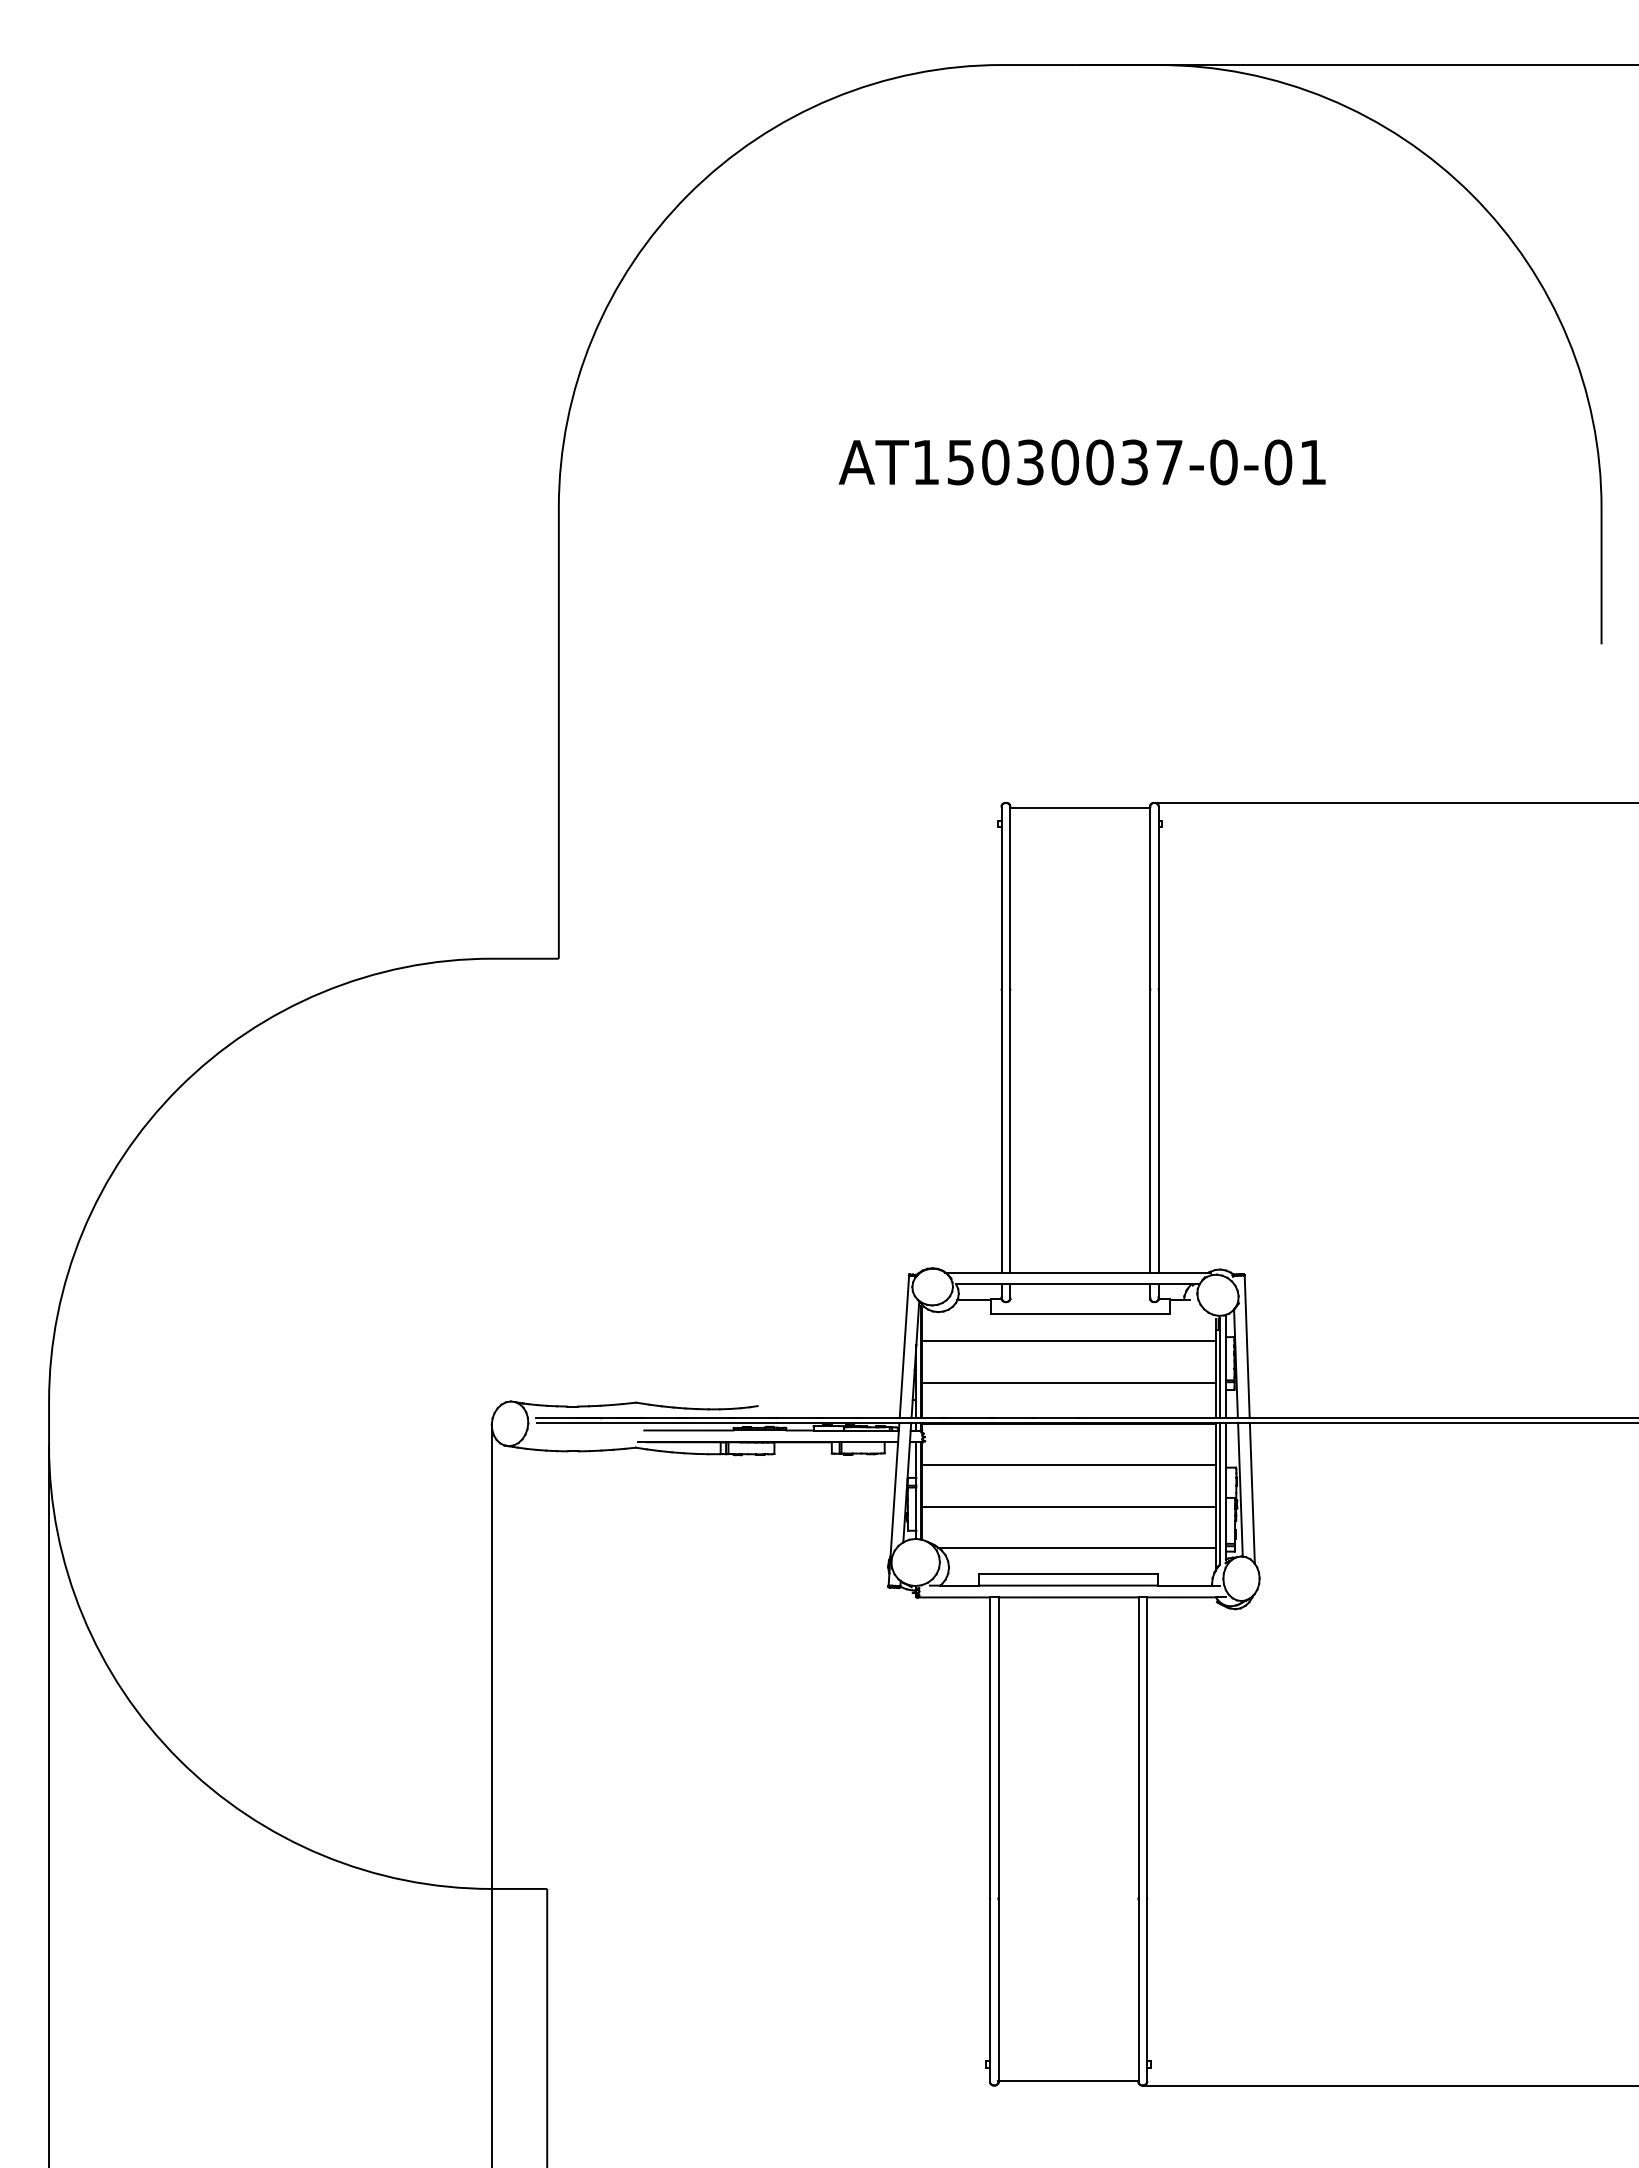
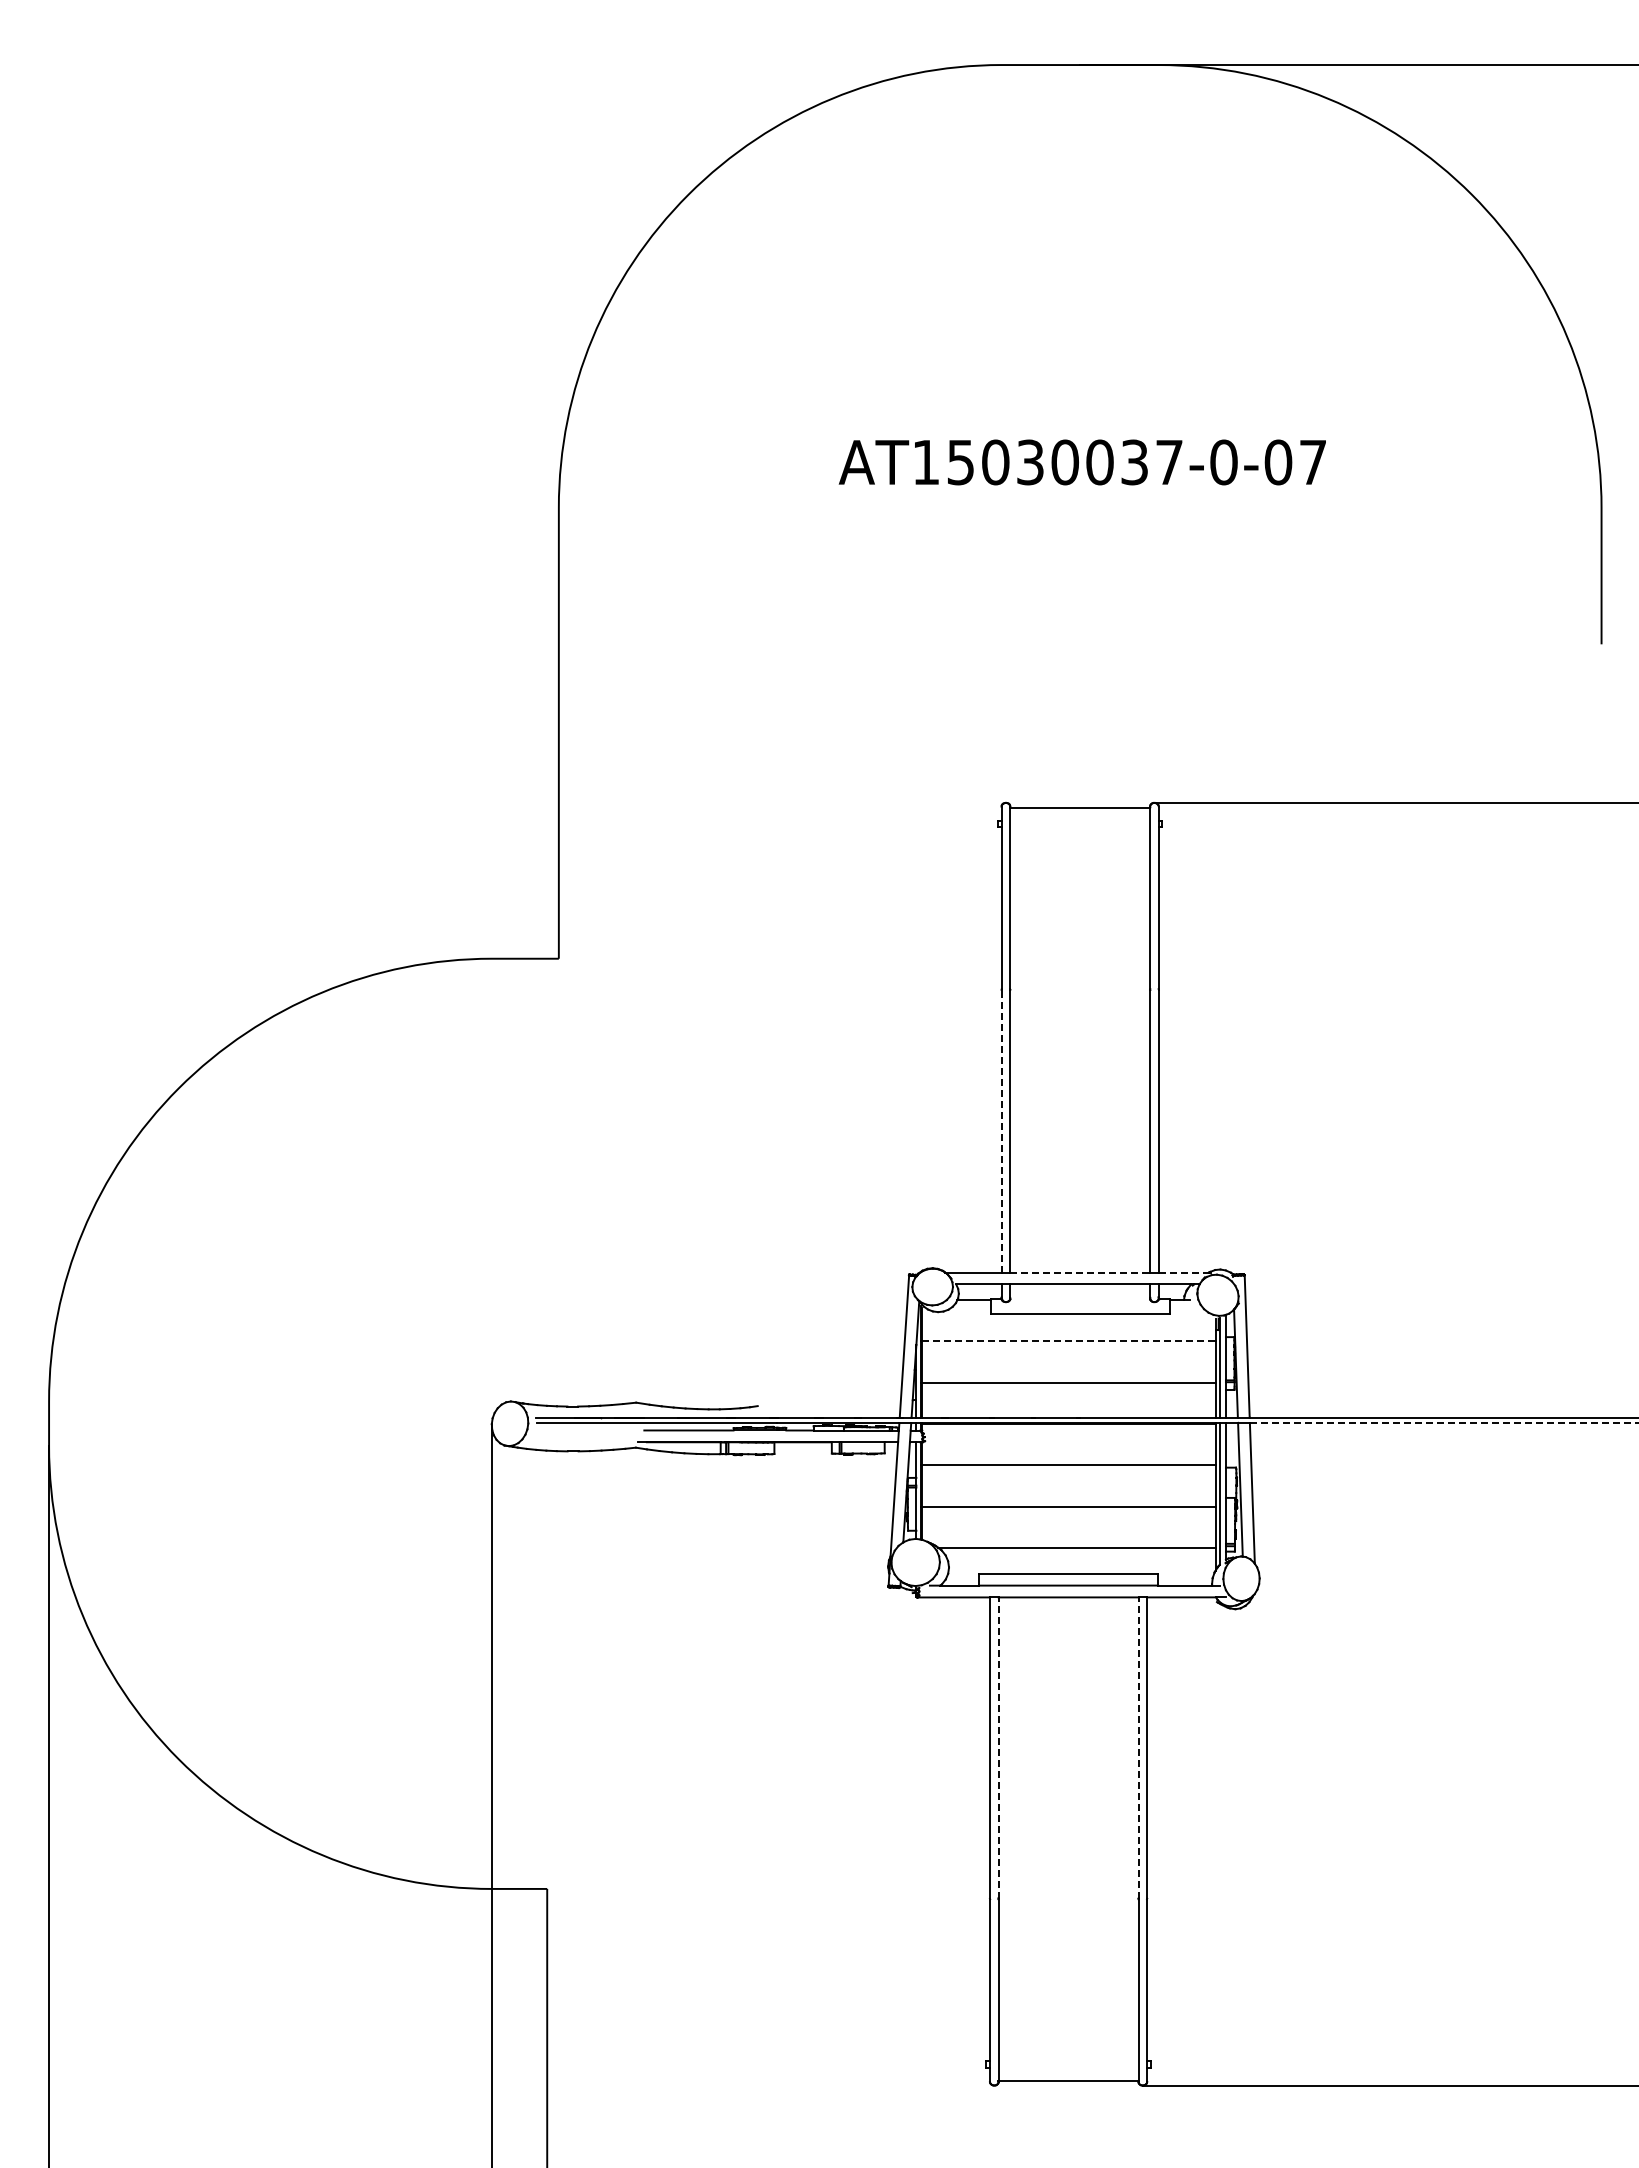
text at (1312, 462): AT15030037-0-01 -> AT15030037-0-07
line at (1001, 1130): solid -> dashed
line at (1080, 1272): solid -> dashed
line at (1184, 1272): solid -> dashed
line at (1068, 1341): solid -> dashed
line at (1444, 1422): solid -> dashed
line at (998, 1748): solid -> dashed
line at (1138, 1748): solid -> dashed
